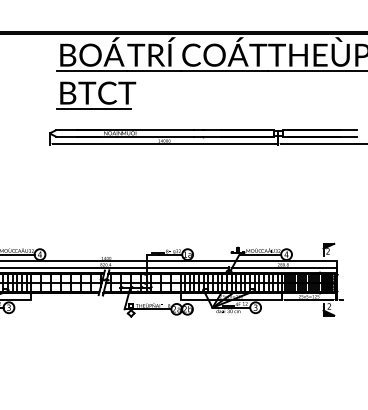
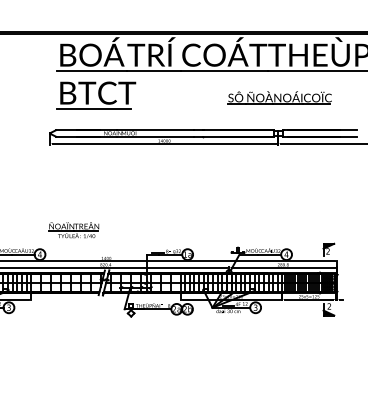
part at (279, 97): none -> present
part at (73, 230): none -> present
